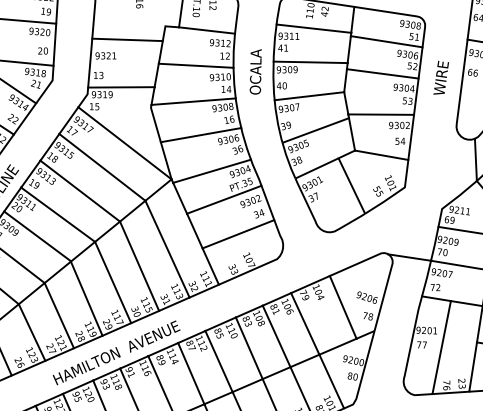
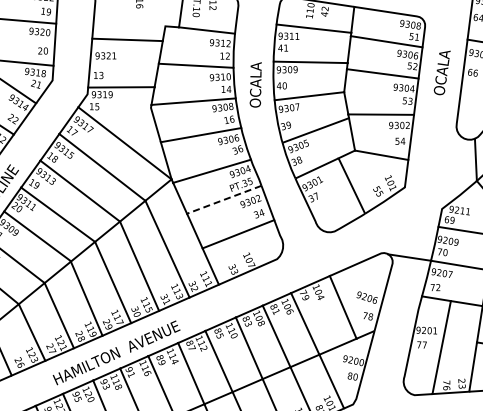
text at (255, 71) position: (255, 71) -> (255, 84)
text at (441, 72): WIRE -> OCALA
line at (224, 199): solid -> dashed
